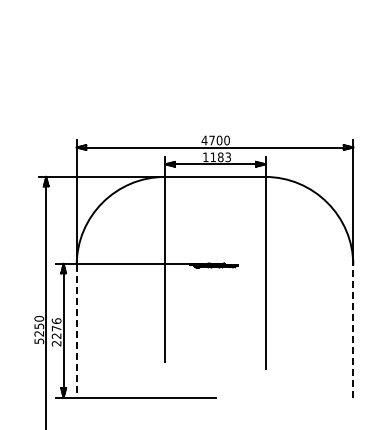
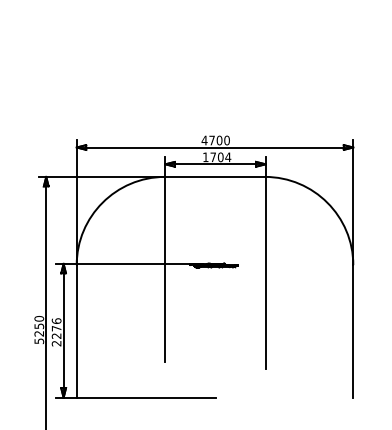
text at (220, 157): 1183 -> 1704
line at (353, 330): dashed -> solid
line at (76, 331): dashed -> solid
